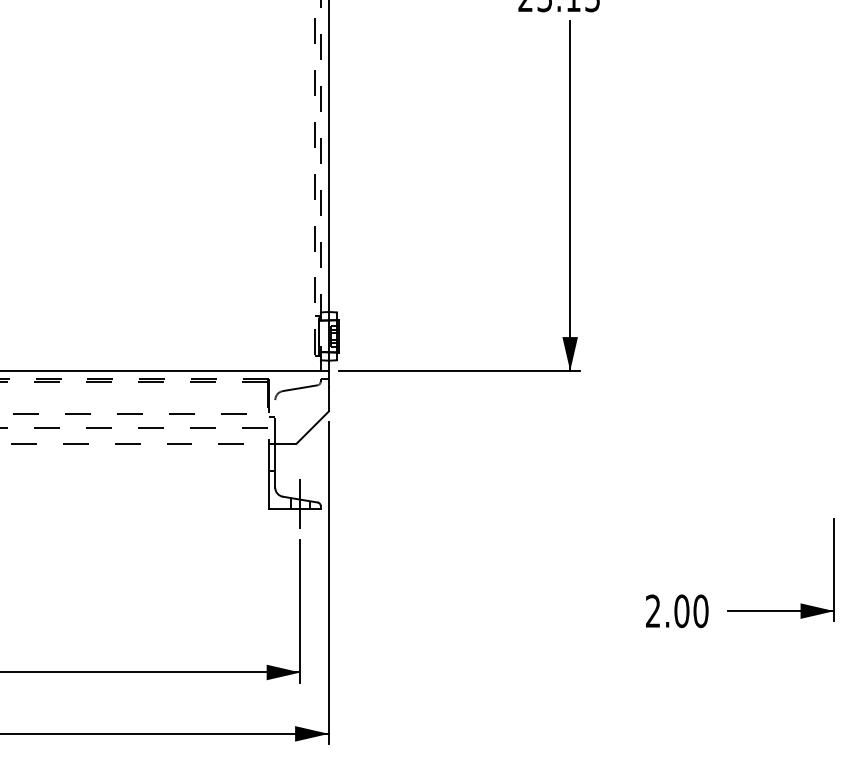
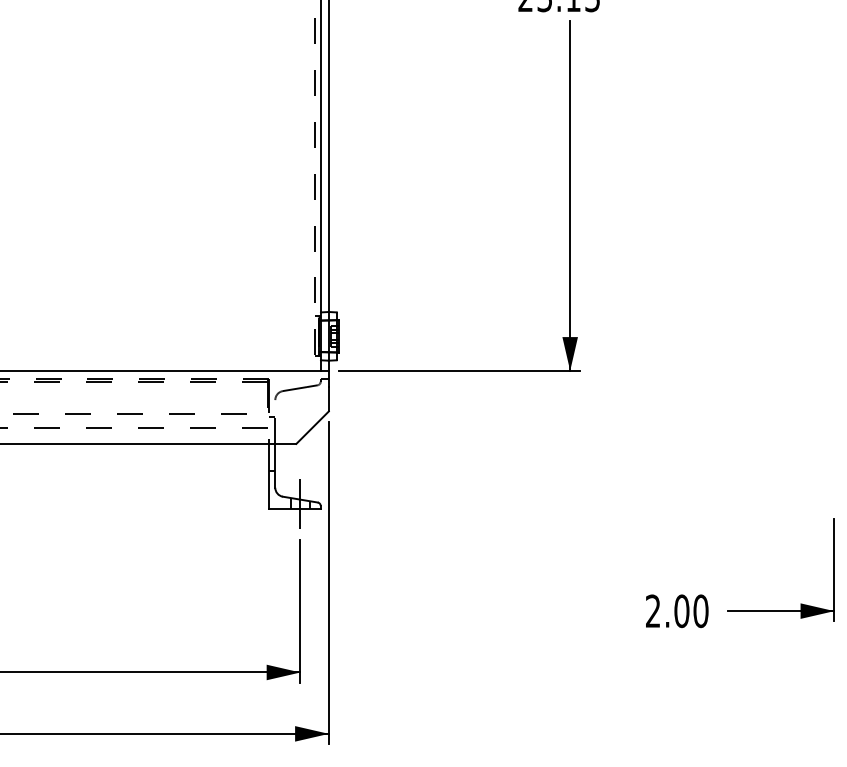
line at (320, 185): dashed -> solid
line at (148, 443): dashed -> solid
